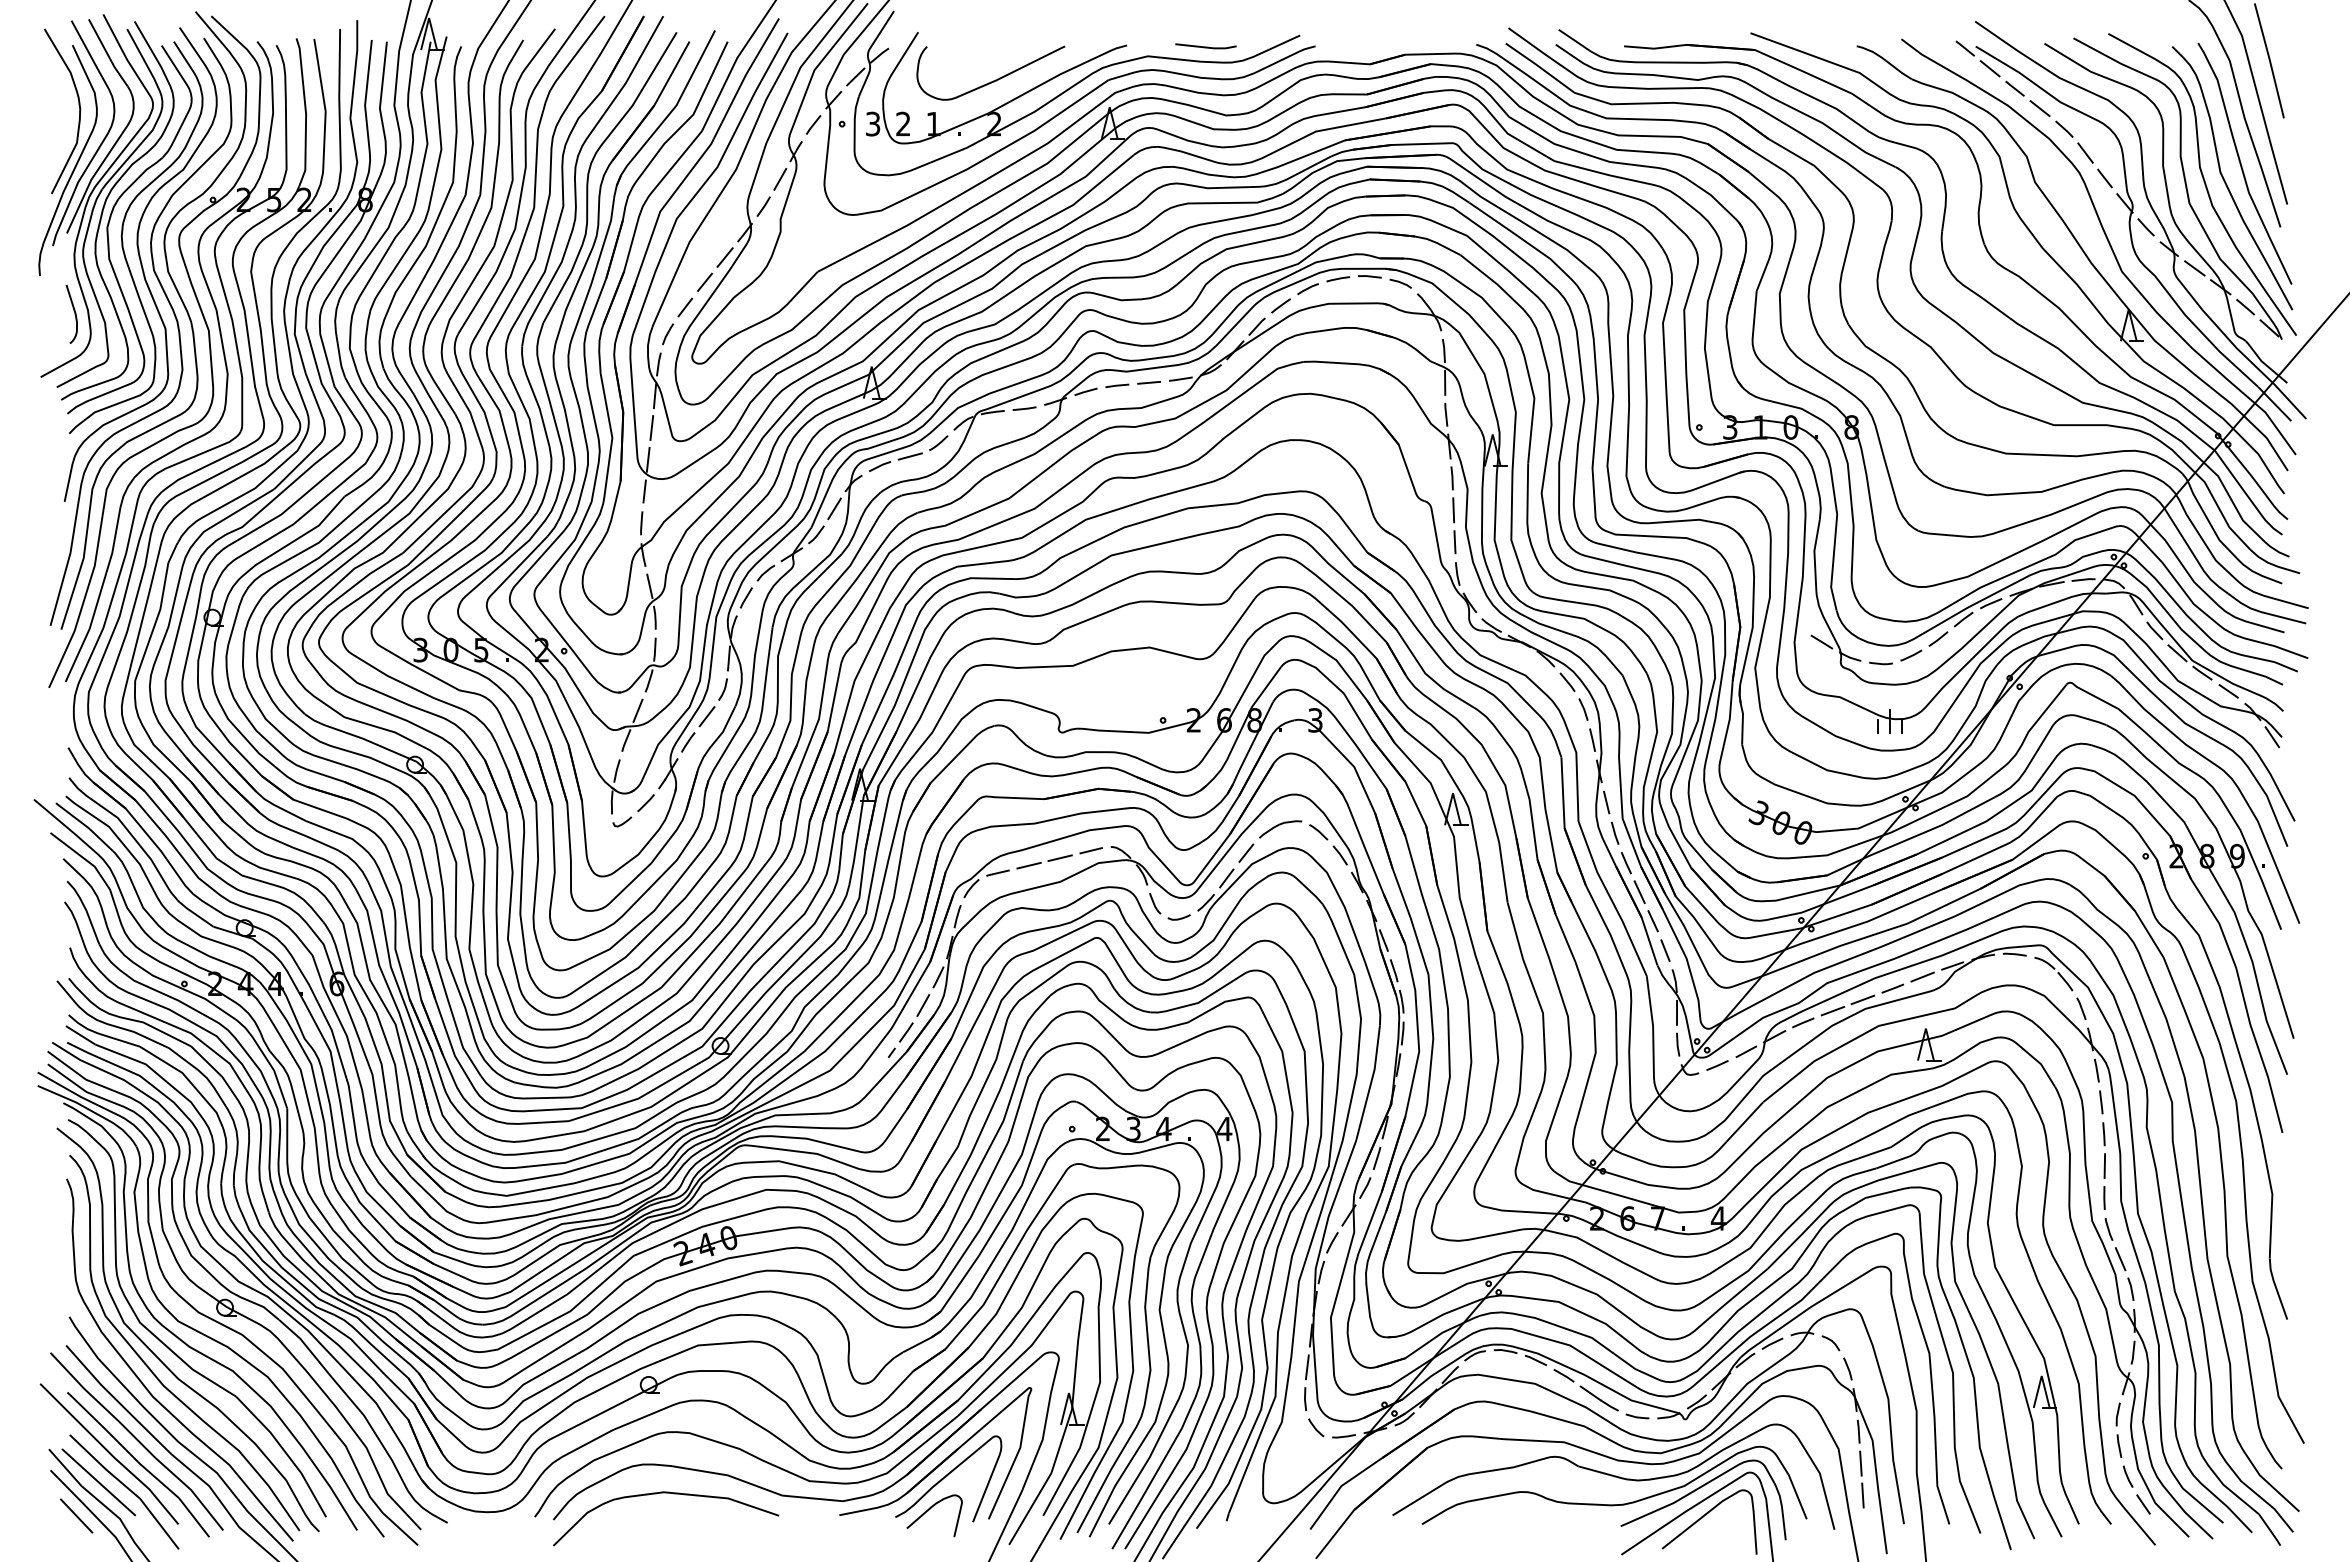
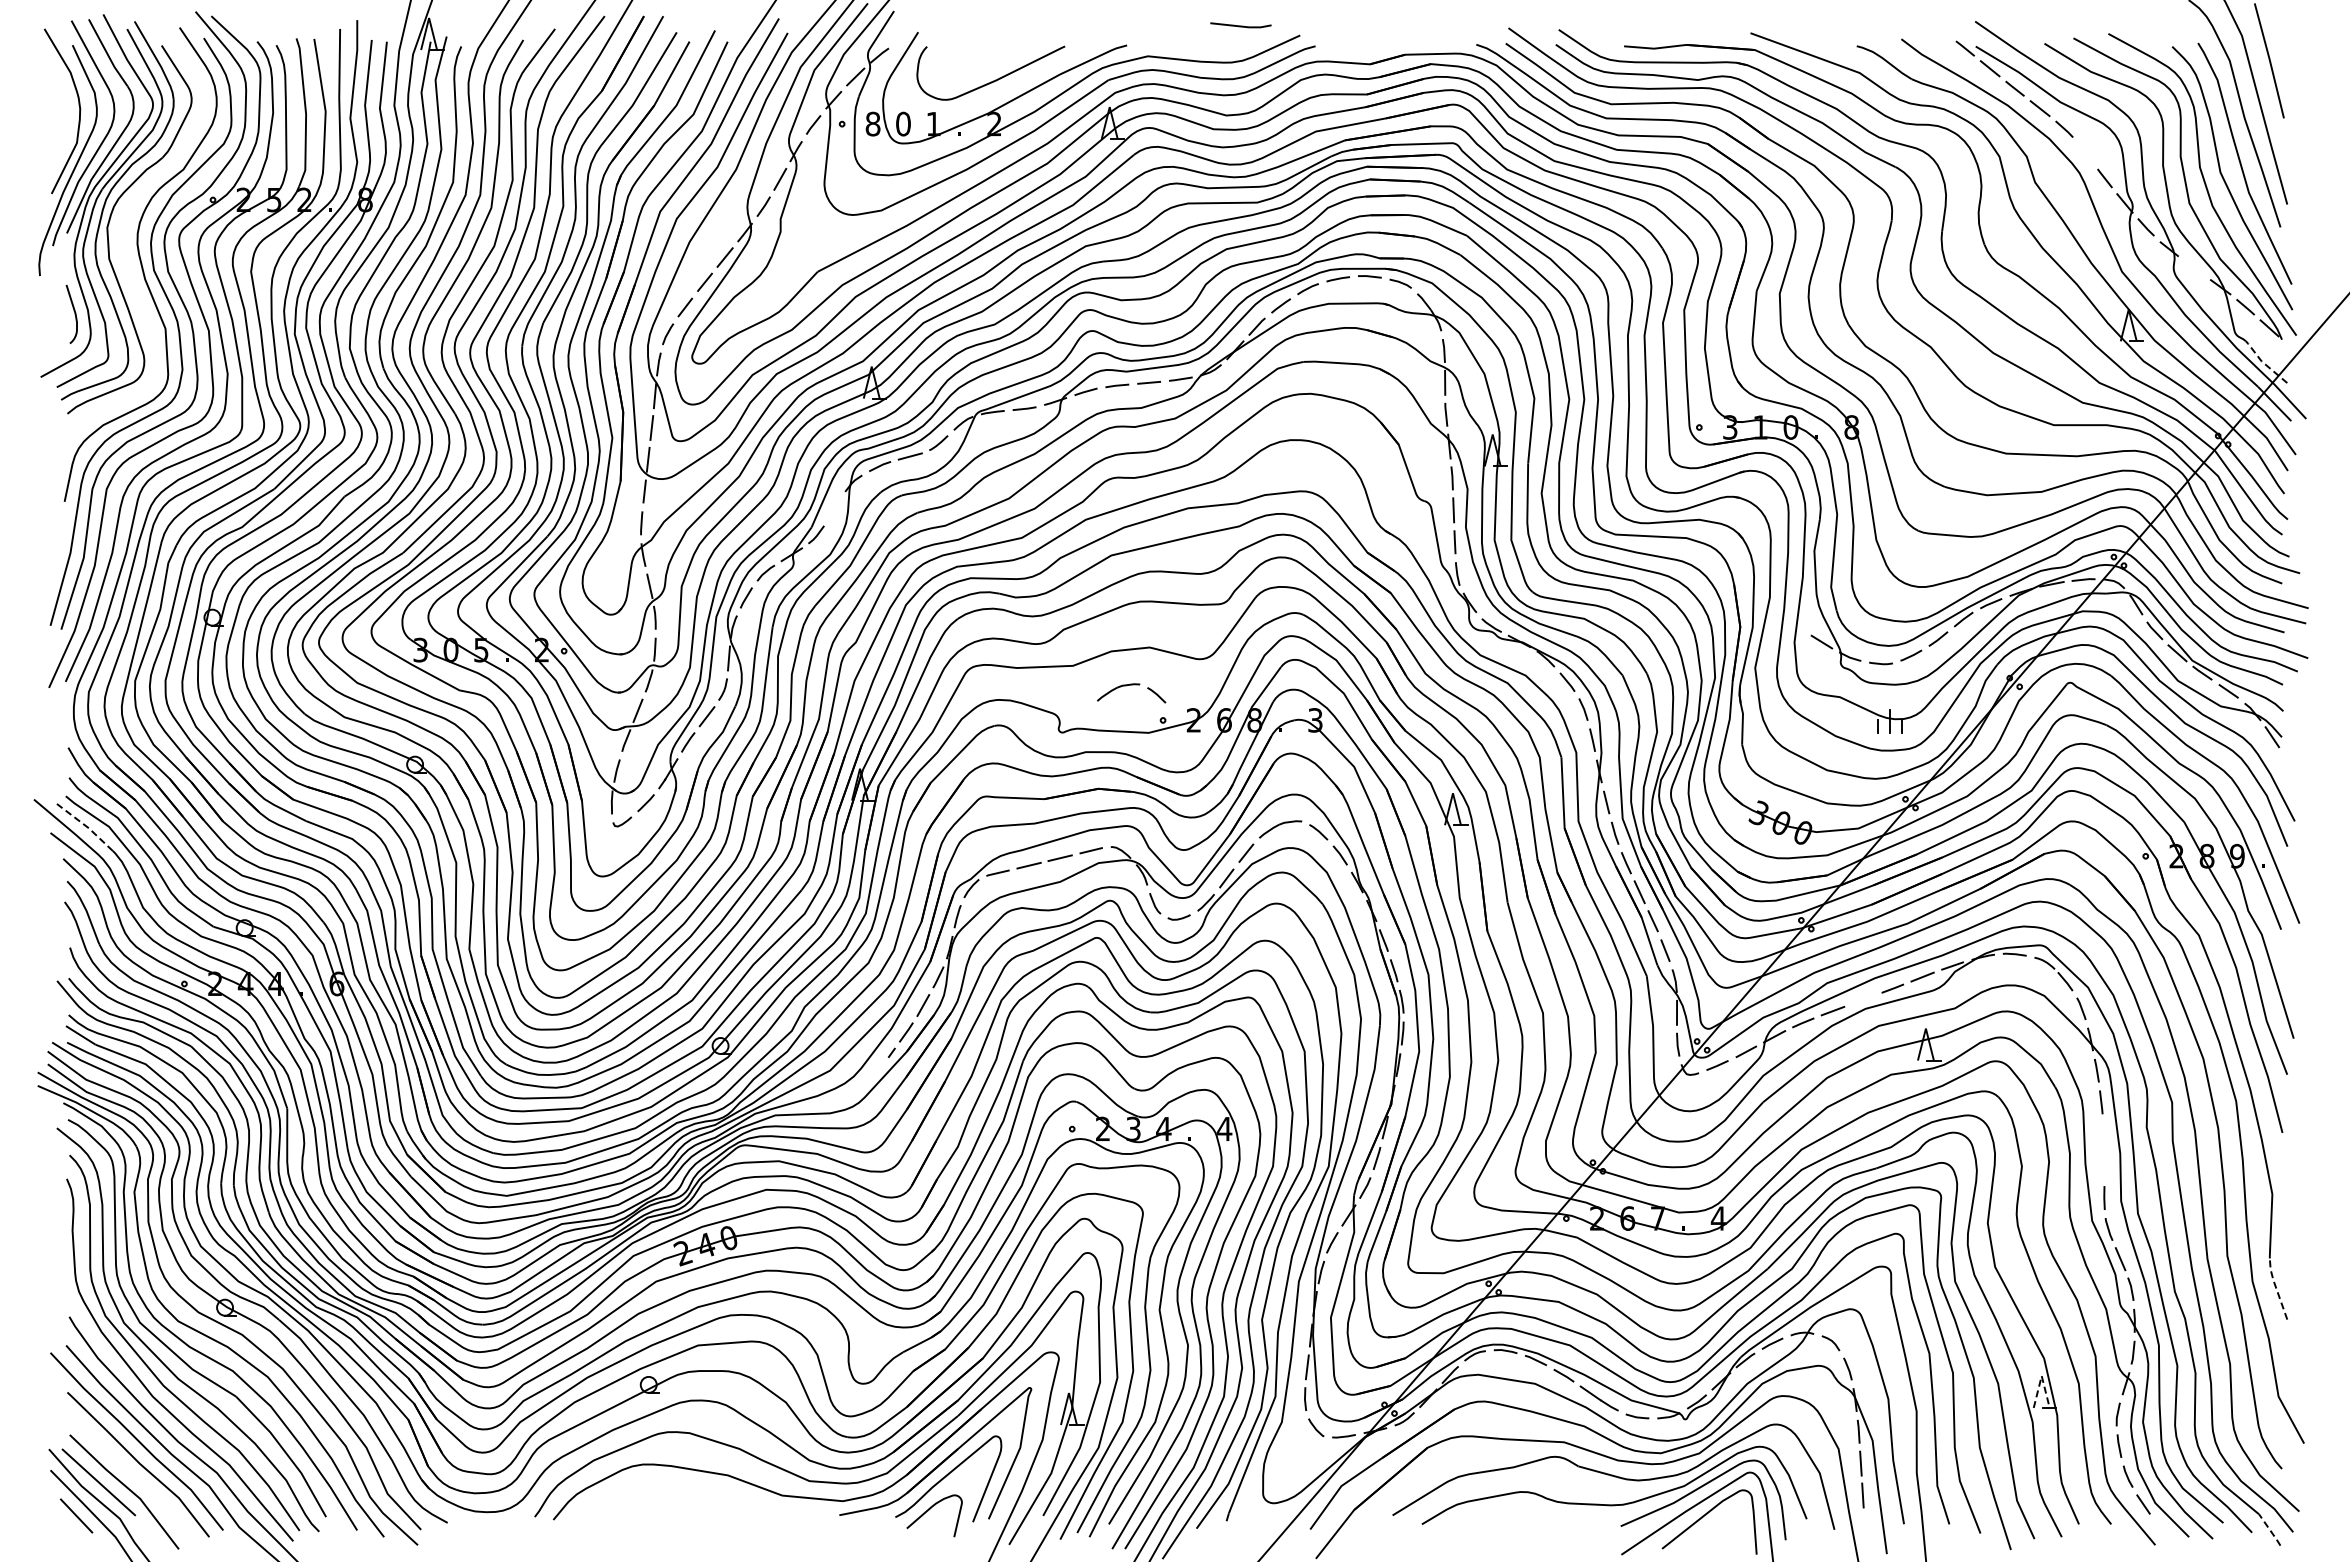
line at (1205, 46) position: (1205, 46) -> (1240, 25)
text at (872, 123): 3 -> 8
text at (903, 123): 2 -> 0
line at (2085, 152): present -> none
curve at (123, 241): present -> none
line at (2194, 268): present -> none
line at (2263, 362): solid -> dashed
line at (834, 508): present -> none
part at (1131, 685): none -> present
line at (85, 825): solid -> dashed
line at (1862, 999): present -> none
line at (2104, 1153): present -> none
line at (2276, 1287): solid -> dashed
line at (2041, 1376): solid -> dashed
line at (108, 1453): present -> none
curve at (666, 1493): present -> none
line at (2270, 1530): solid -> dashed
